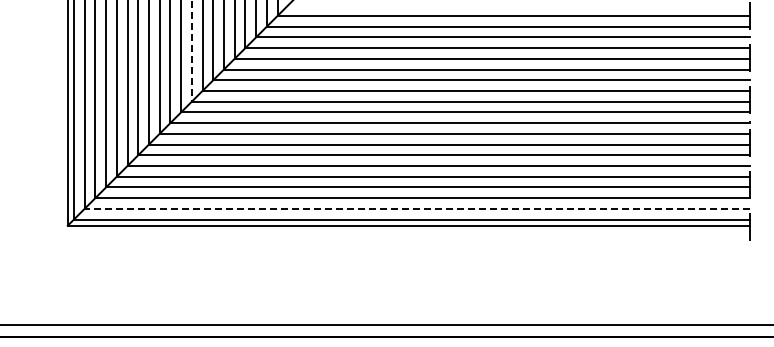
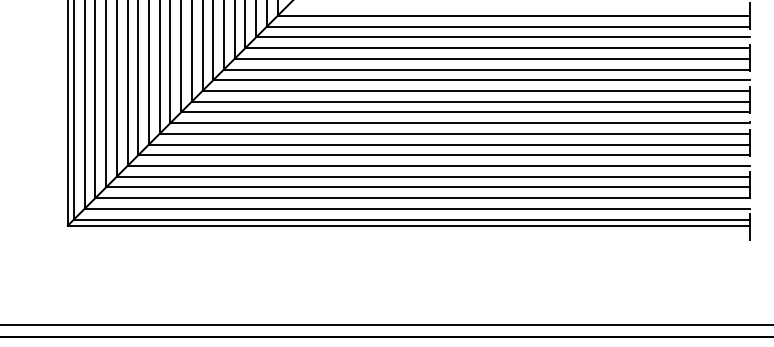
line at (191, 51): dashed -> solid
line at (417, 208): dashed -> solid
